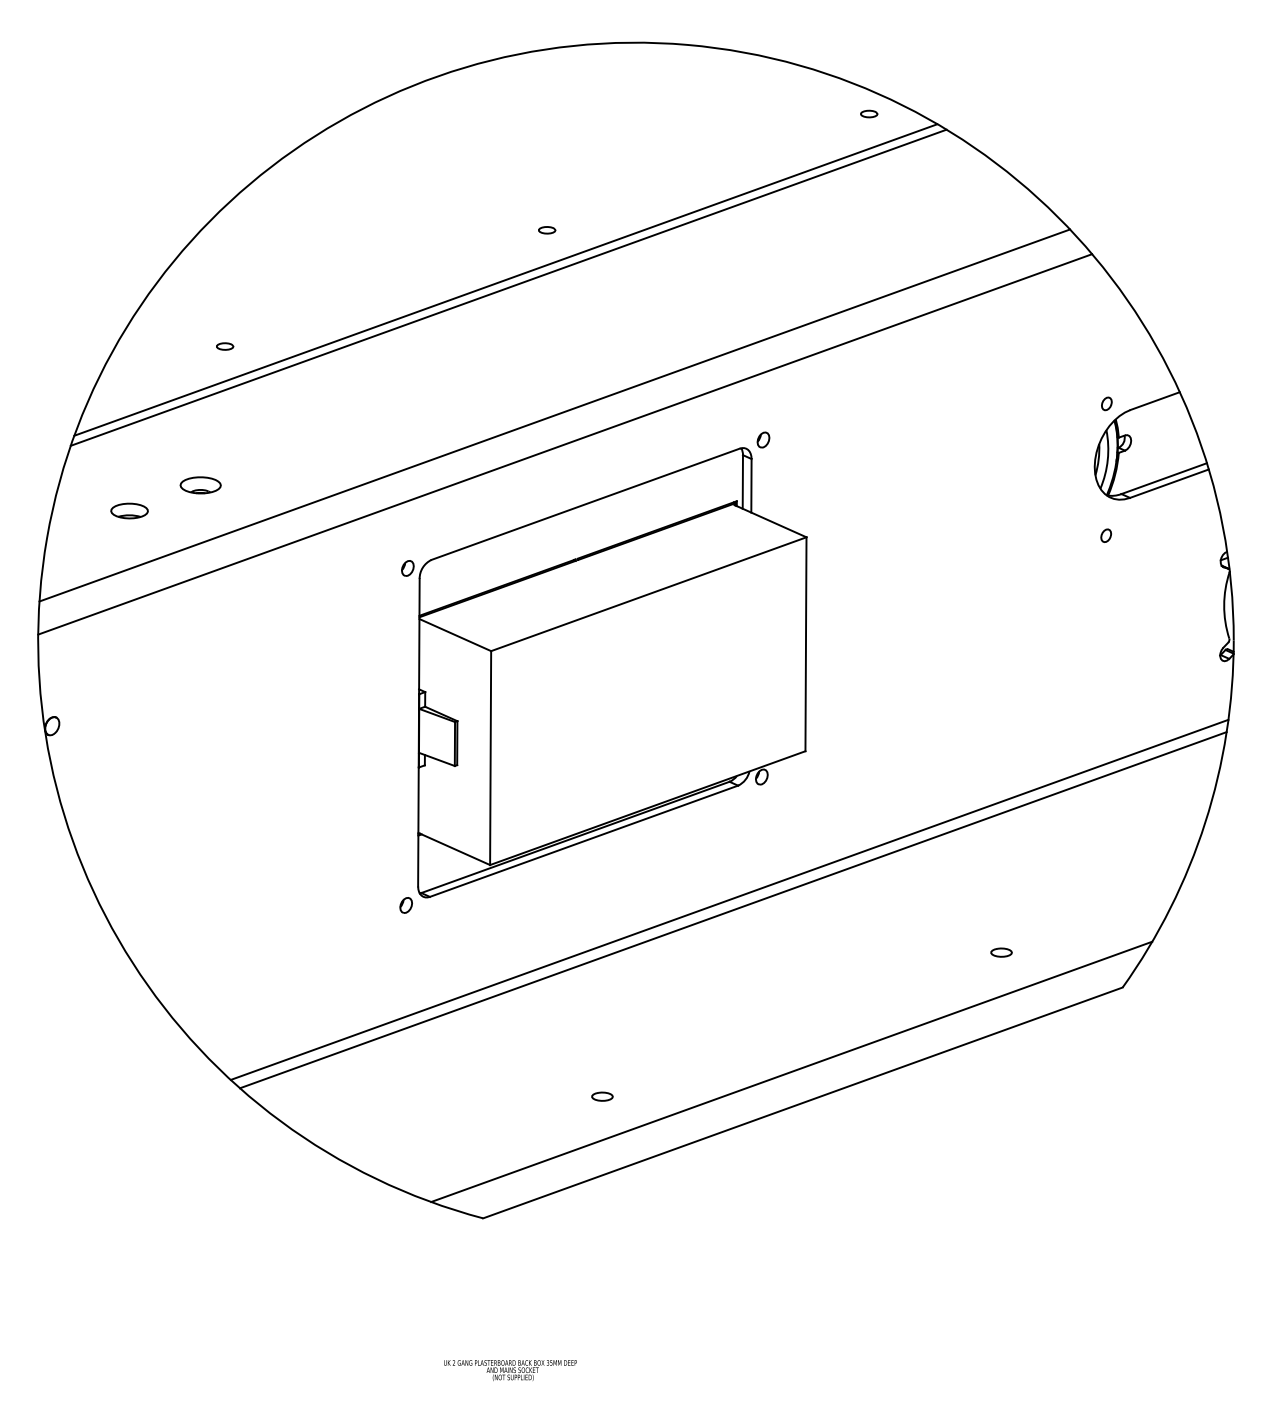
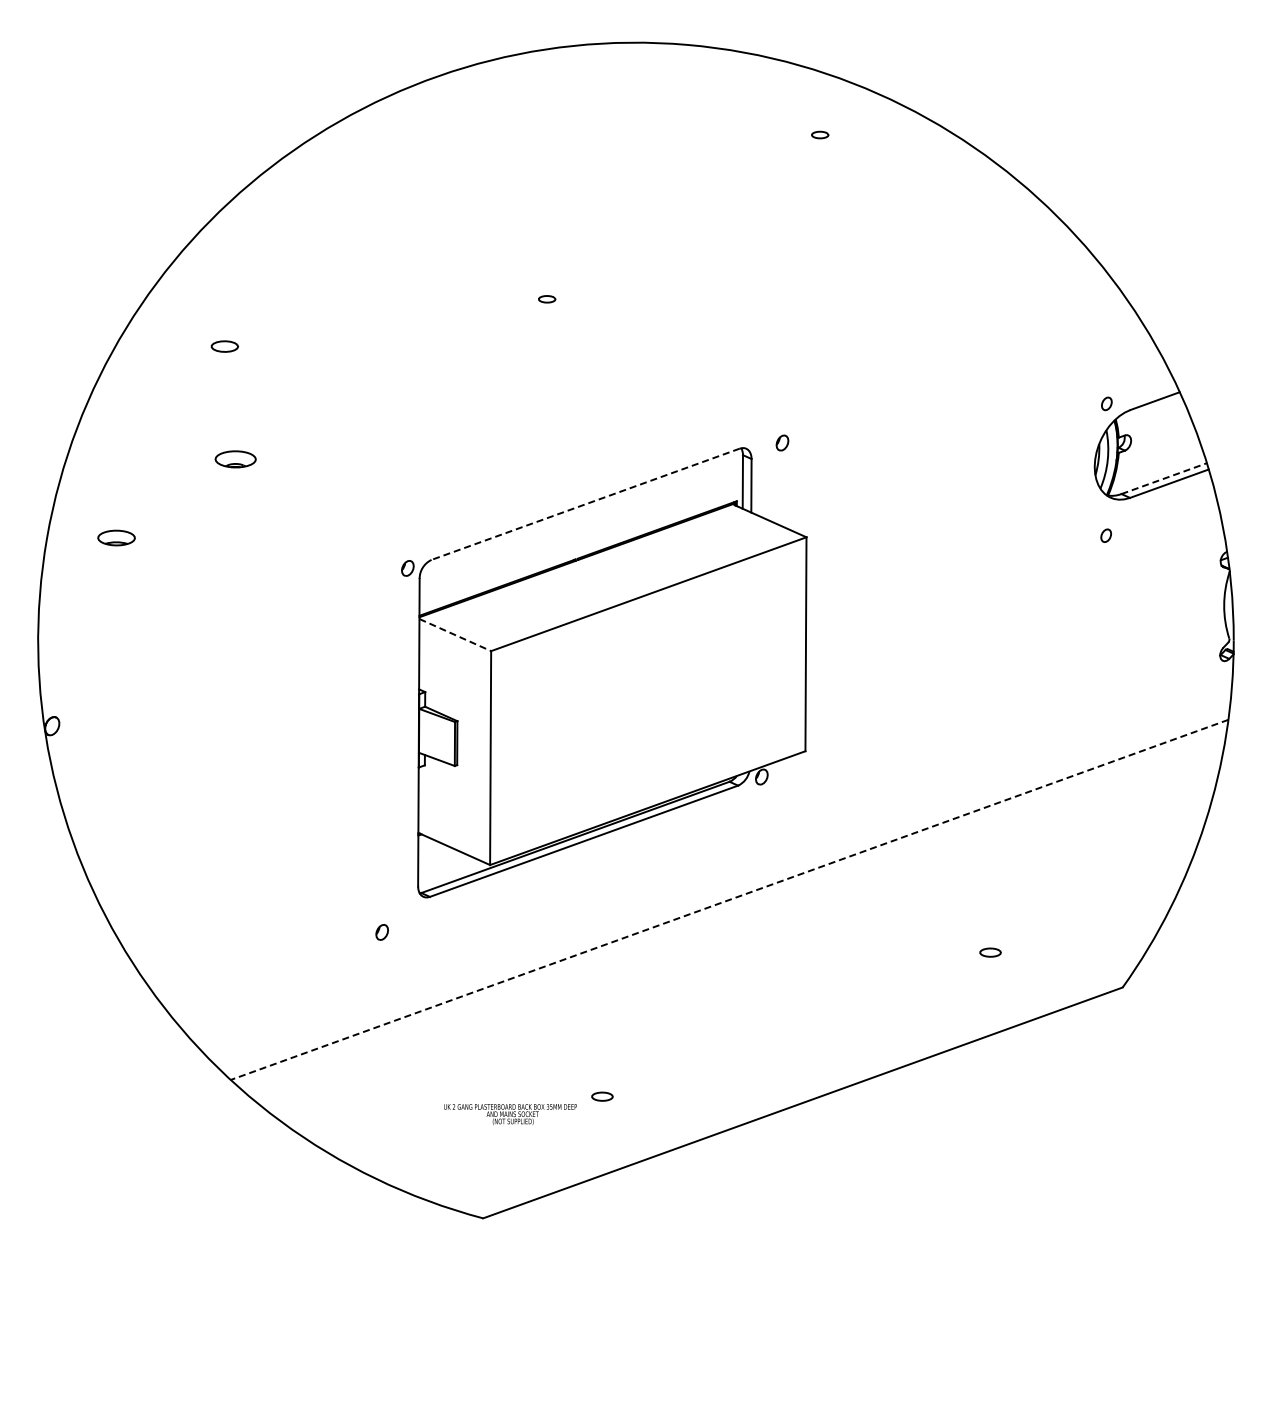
part at (869, 113) position: (869, 113) -> (820, 134)
part at (547, 230) position: (547, 230) -> (547, 299)
line at (505, 279): present -> none
line at (508, 287): present -> none
part at (225, 346) size: 19x9 px -> 30x13 px
line at (554, 415): present -> none
part at (763, 439) position: (763, 439) -> (782, 442)
line at (565, 444): present -> none
line at (1164, 478): solid -> dashed
part at (200, 485) position: (200, 485) -> (235, 459)
line at (585, 504): solid -> dashed
part at (129, 510) position: (129, 510) -> (116, 537)
line at (455, 635): solid -> dashed
line at (729, 900): solid -> dashed
part at (405, 905) position: (405, 905) -> (381, 932)
line at (733, 910): present -> none
part at (1001, 952) position: (1001, 952) -> (990, 952)
line at (791, 1071): present -> none
text at (510, 1370) position: (510, 1370) -> (510, 1114)
